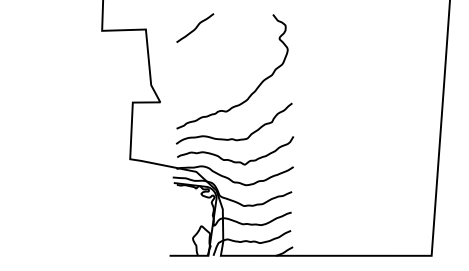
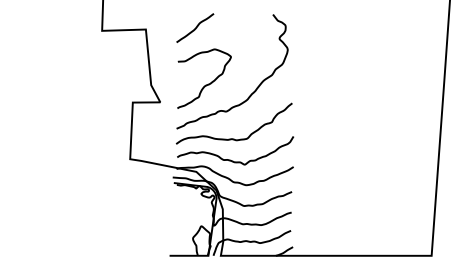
curve at (205, 84): none -> present
